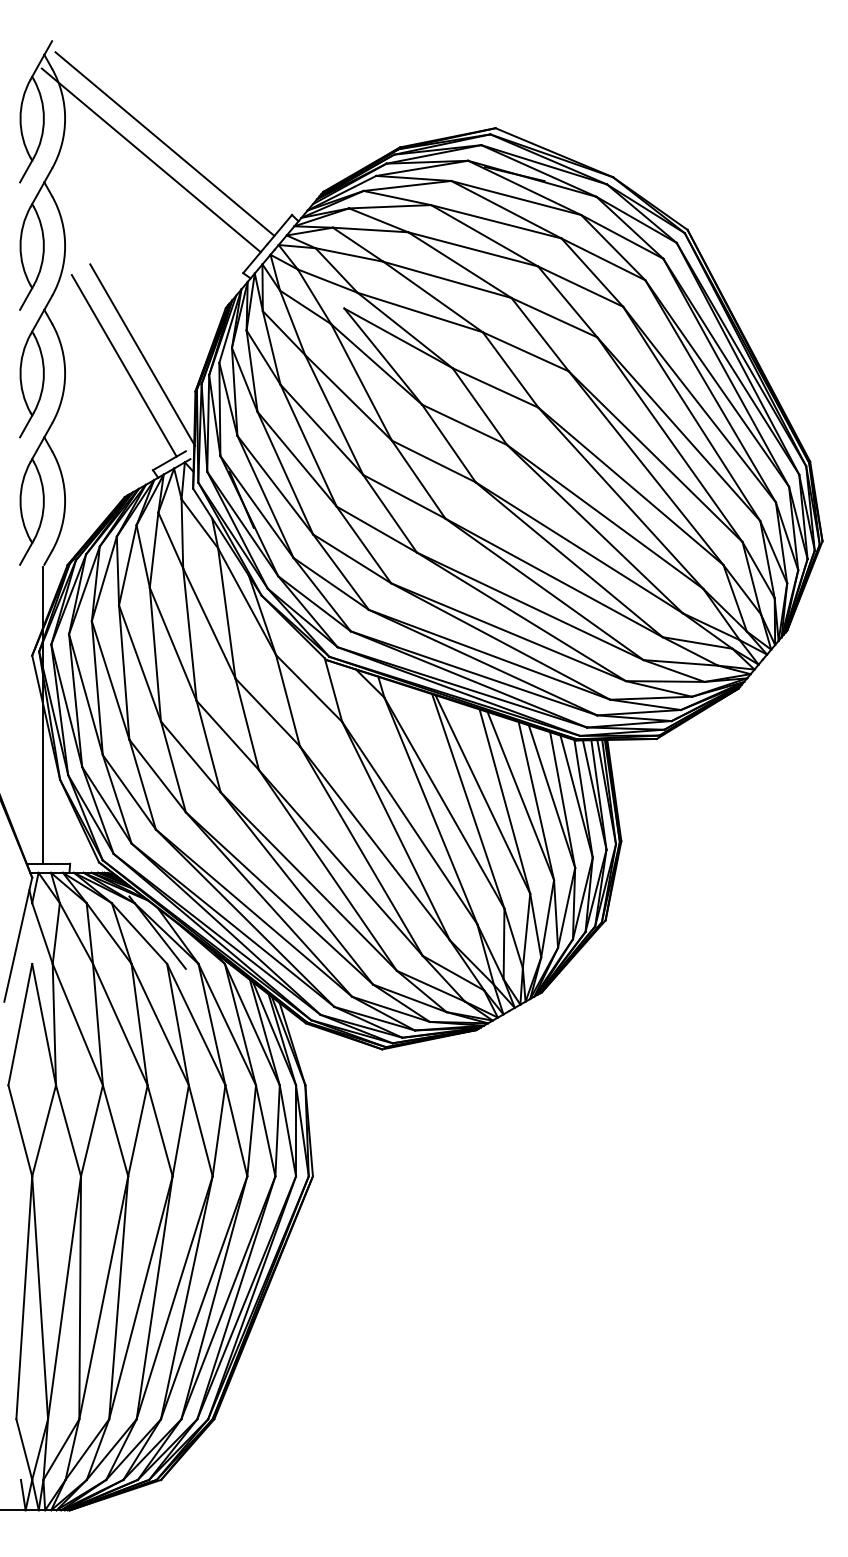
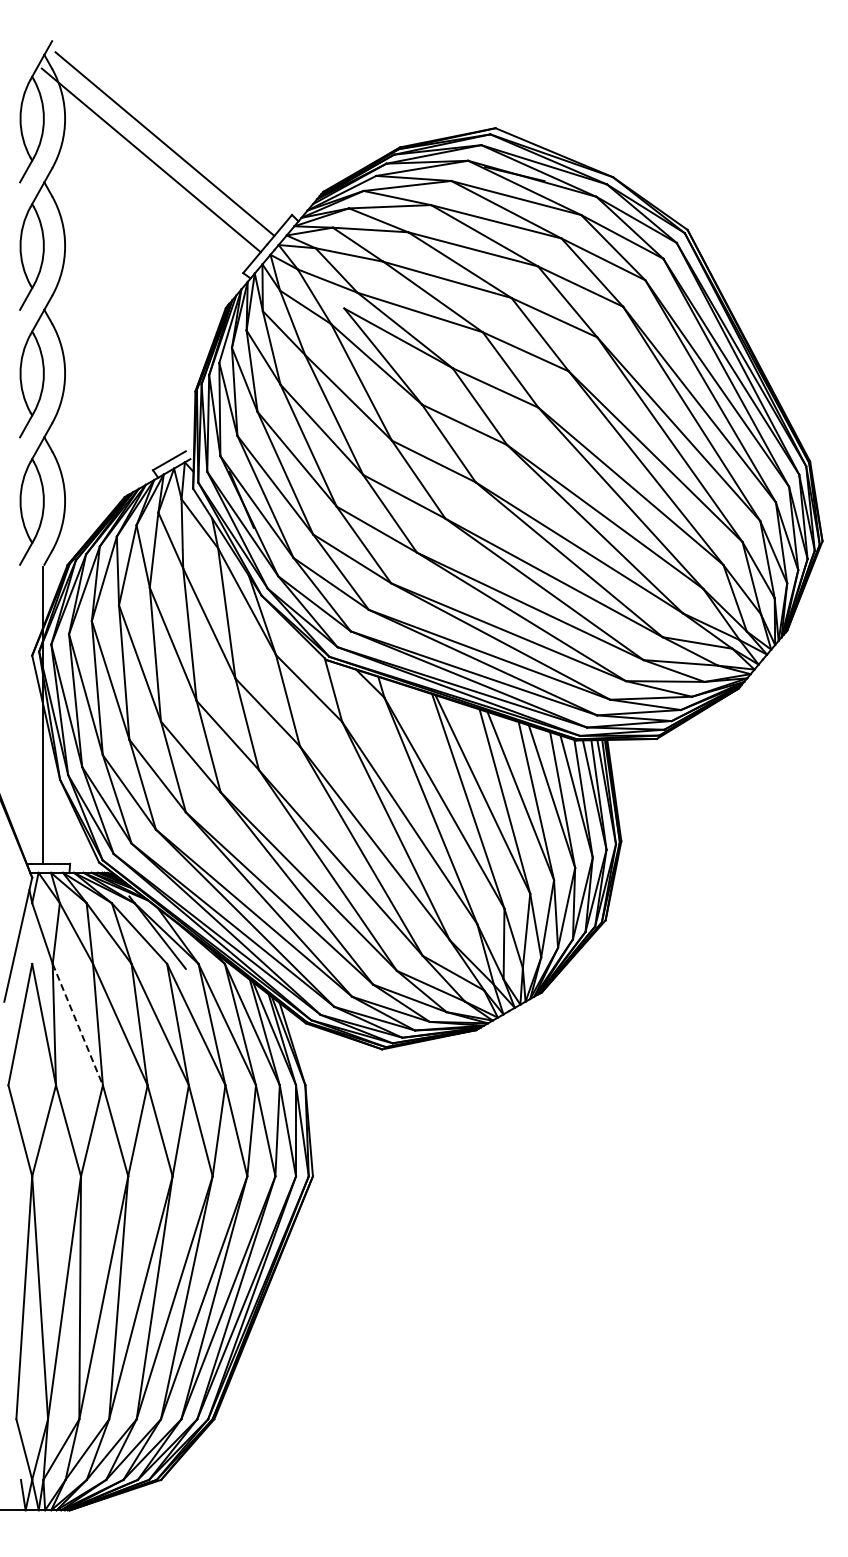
line at (142, 354): present -> none
line at (123, 365): present -> none
line at (77, 1024): solid -> dashed
